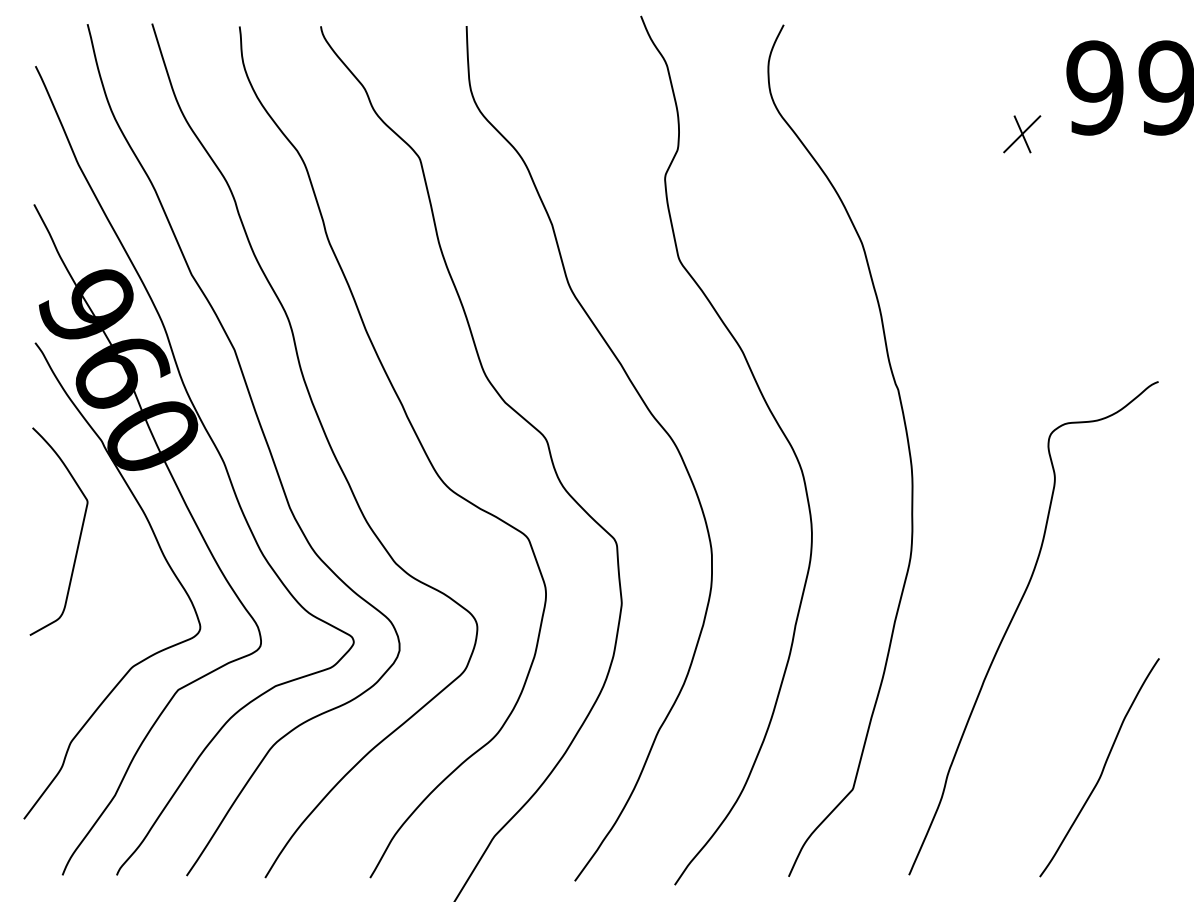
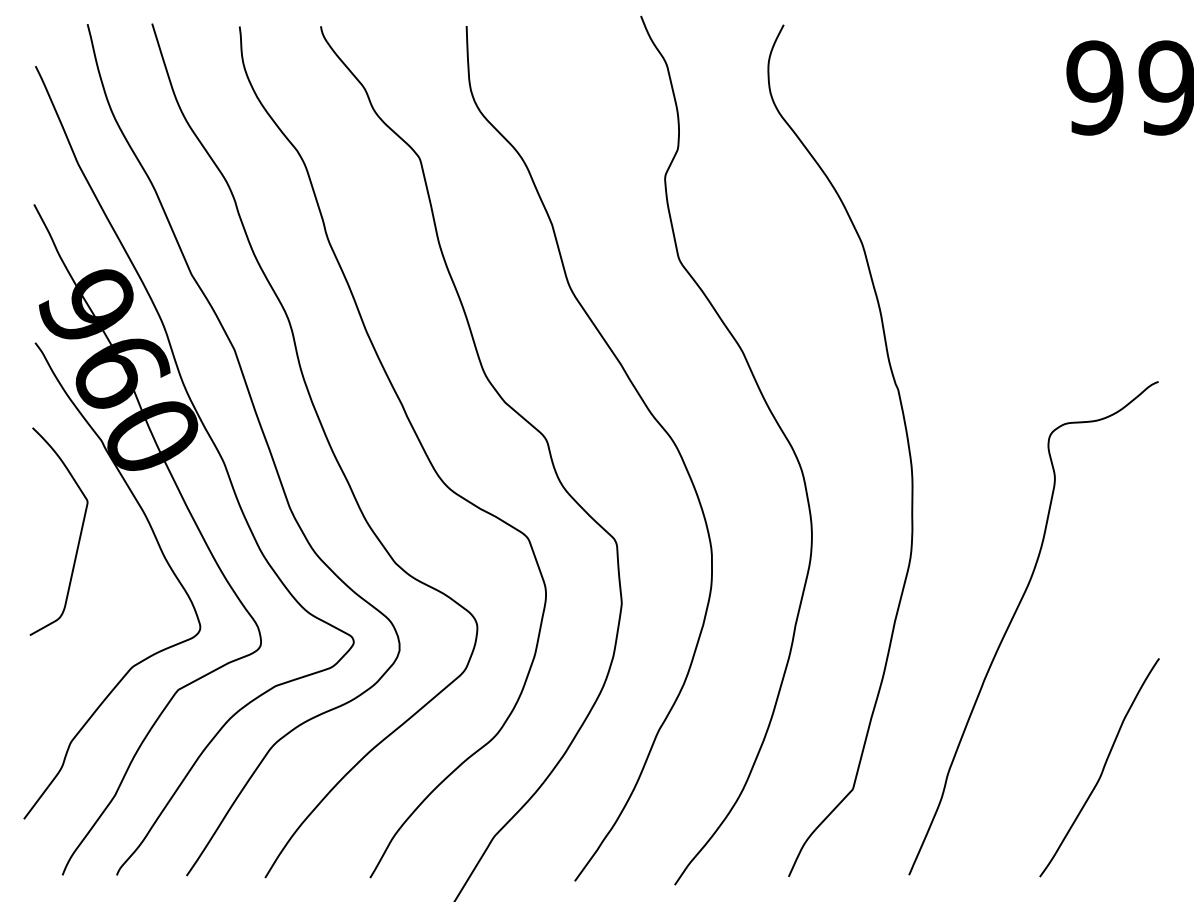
part at (1022, 134): present -> none
